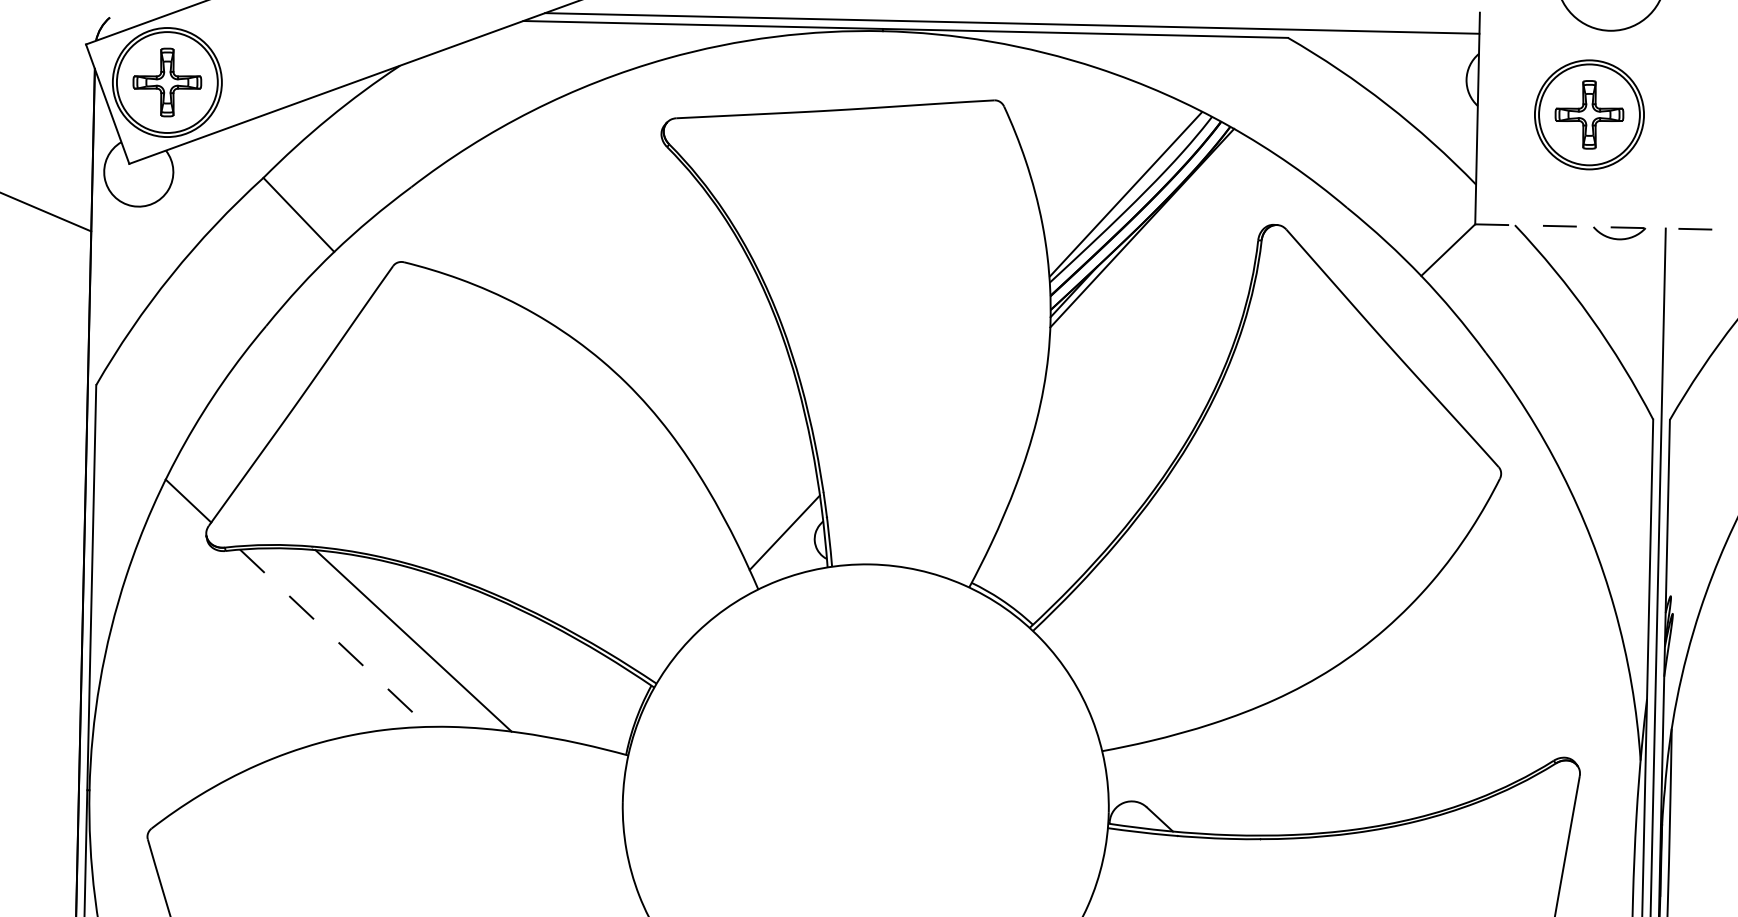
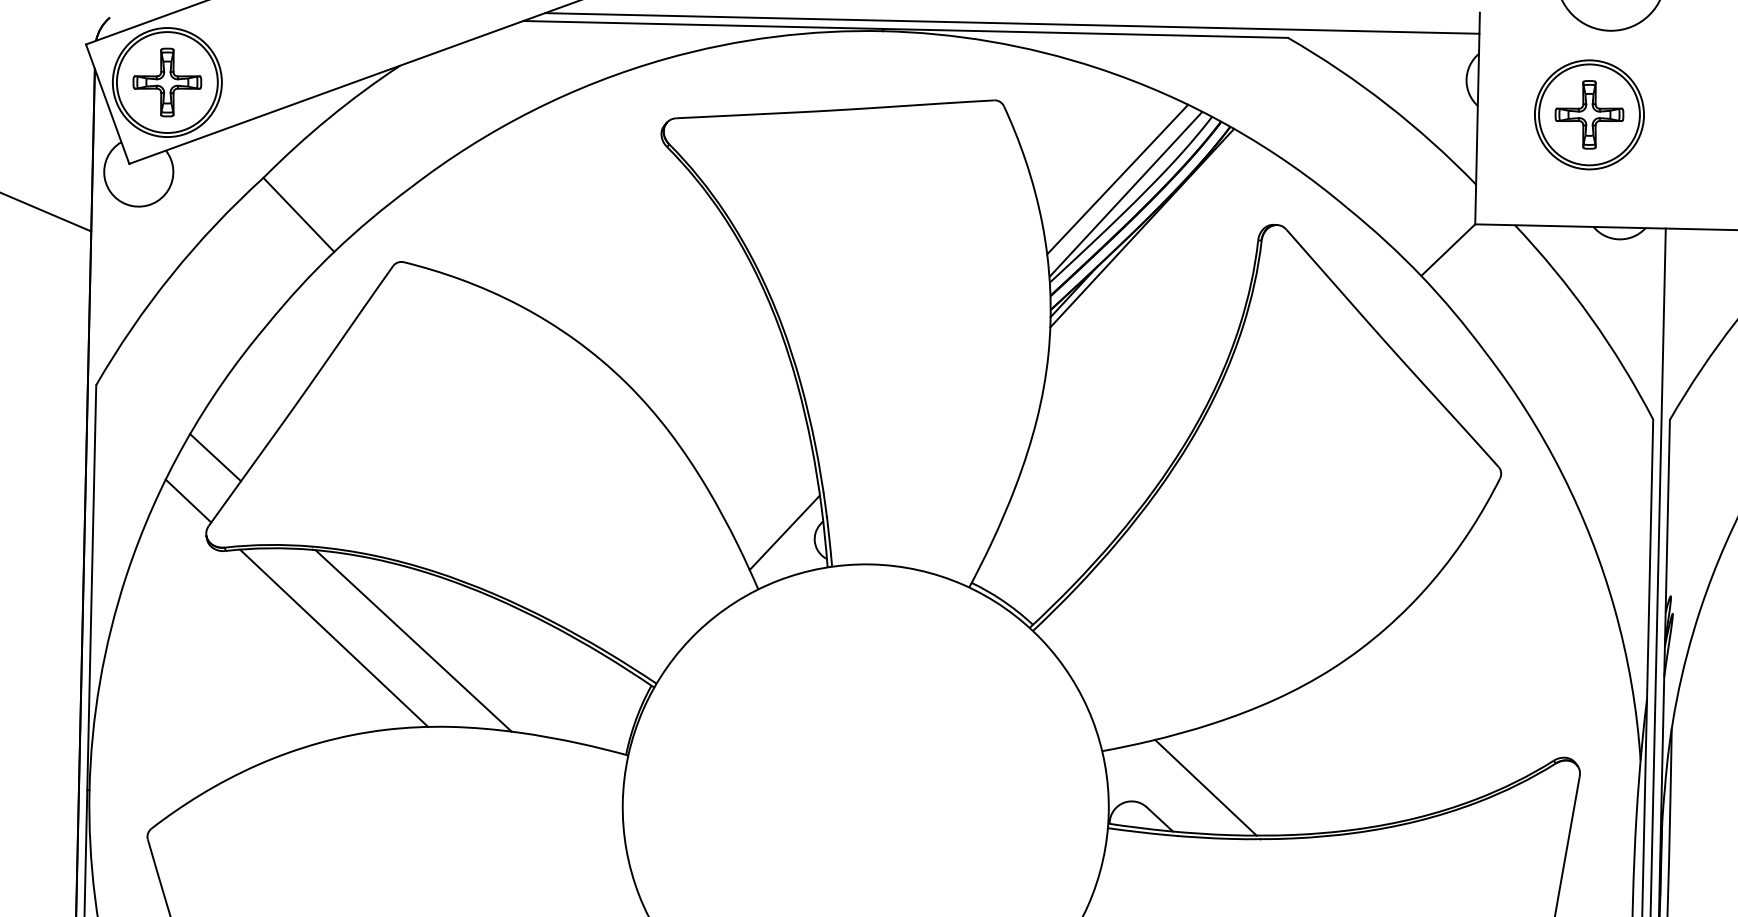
line at (1117, 179): none -> present
line at (1606, 227): dashed -> solid
line at (215, 457): none -> present
line at (334, 638): dashed -> solid
line at (1205, 787): none -> present
